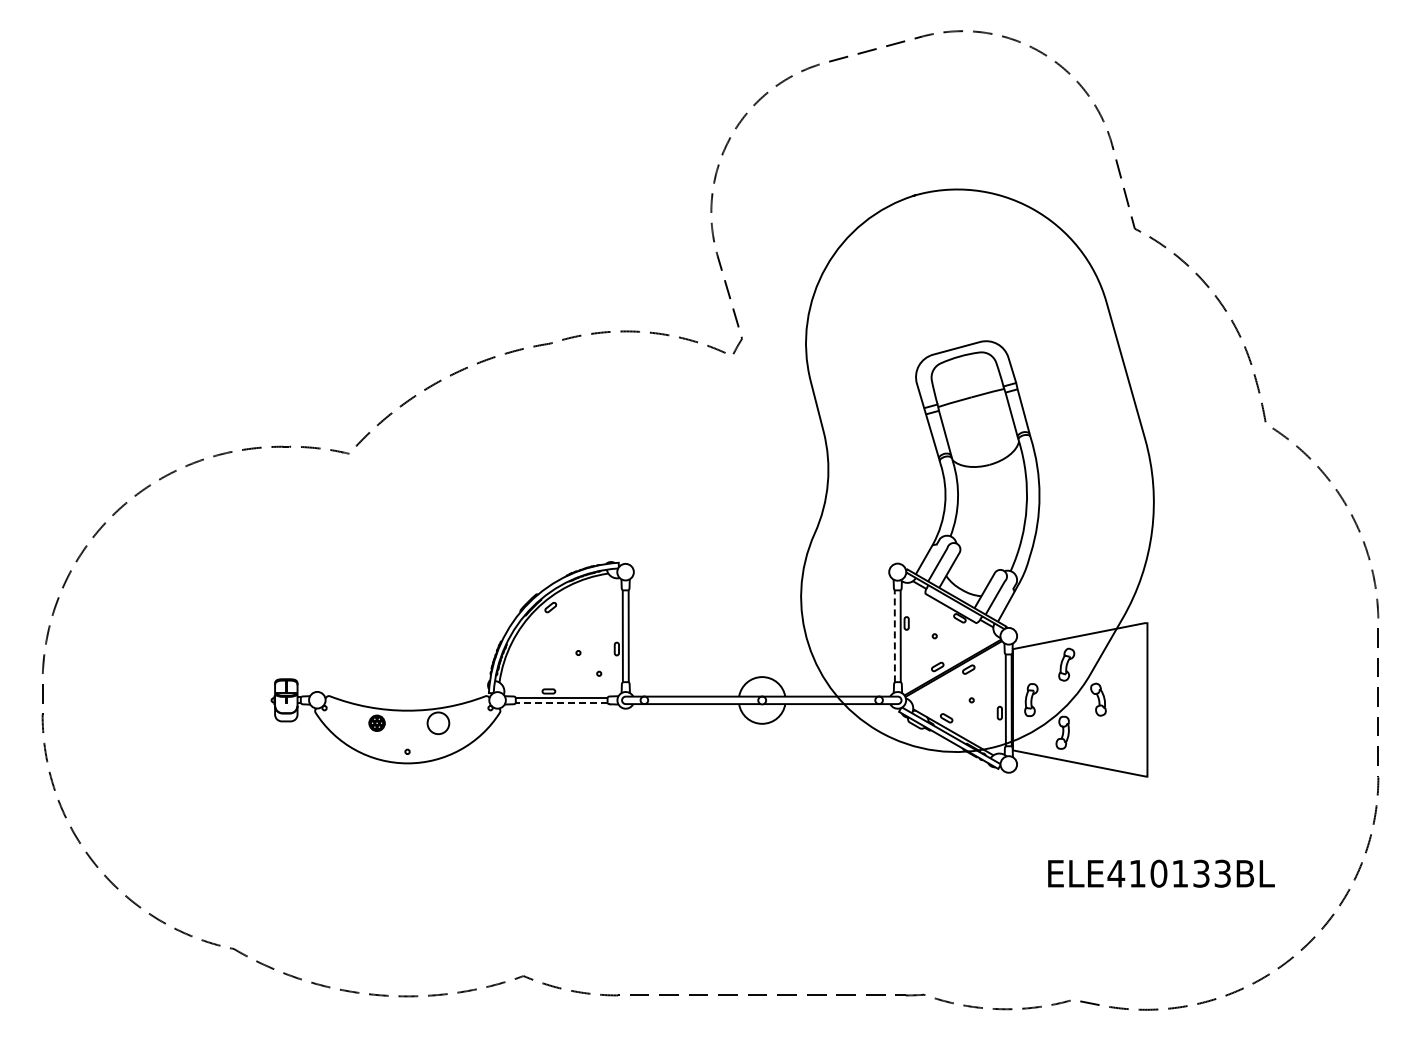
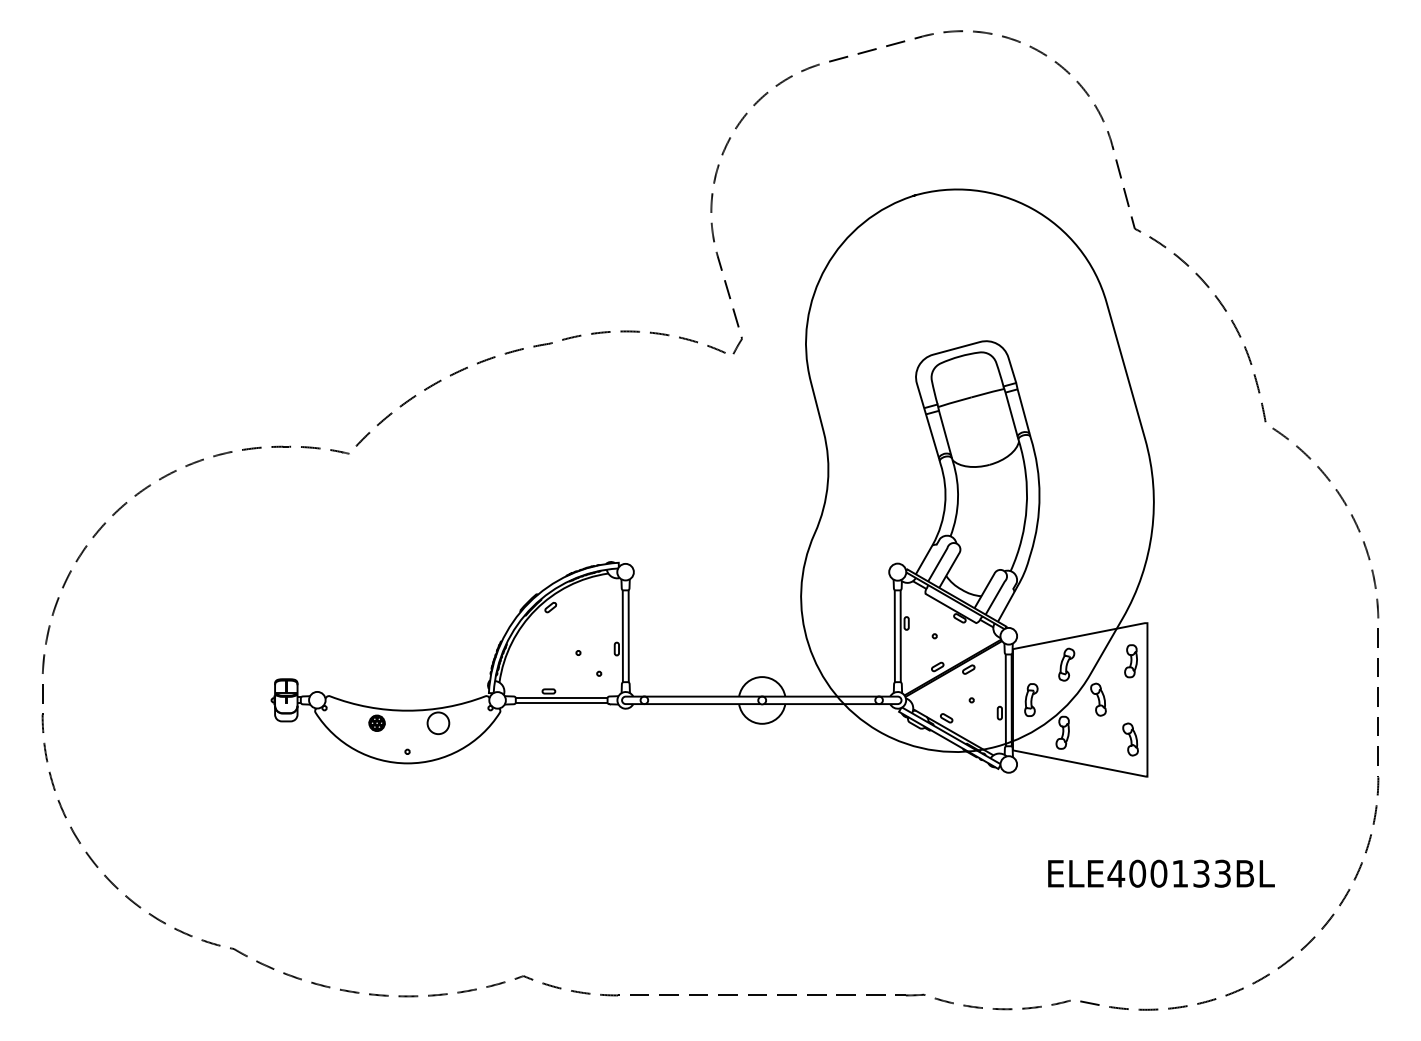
line at (894, 635): dashed -> solid
part at (1130, 661): none -> present
line at (561, 703): dashed -> solid
part at (1130, 739): none -> present
text at (1137, 873): ELE410133BL -> ELE400133BL
